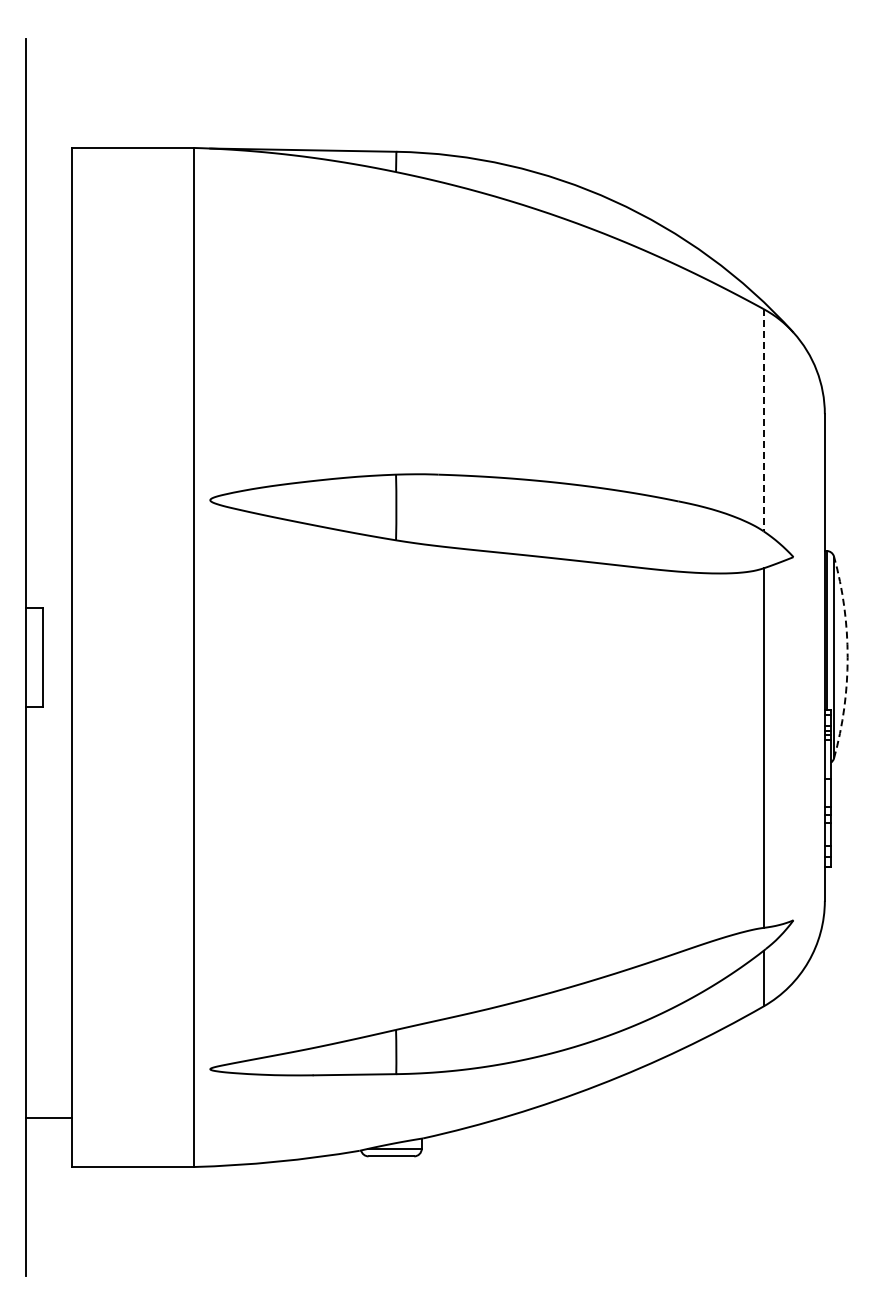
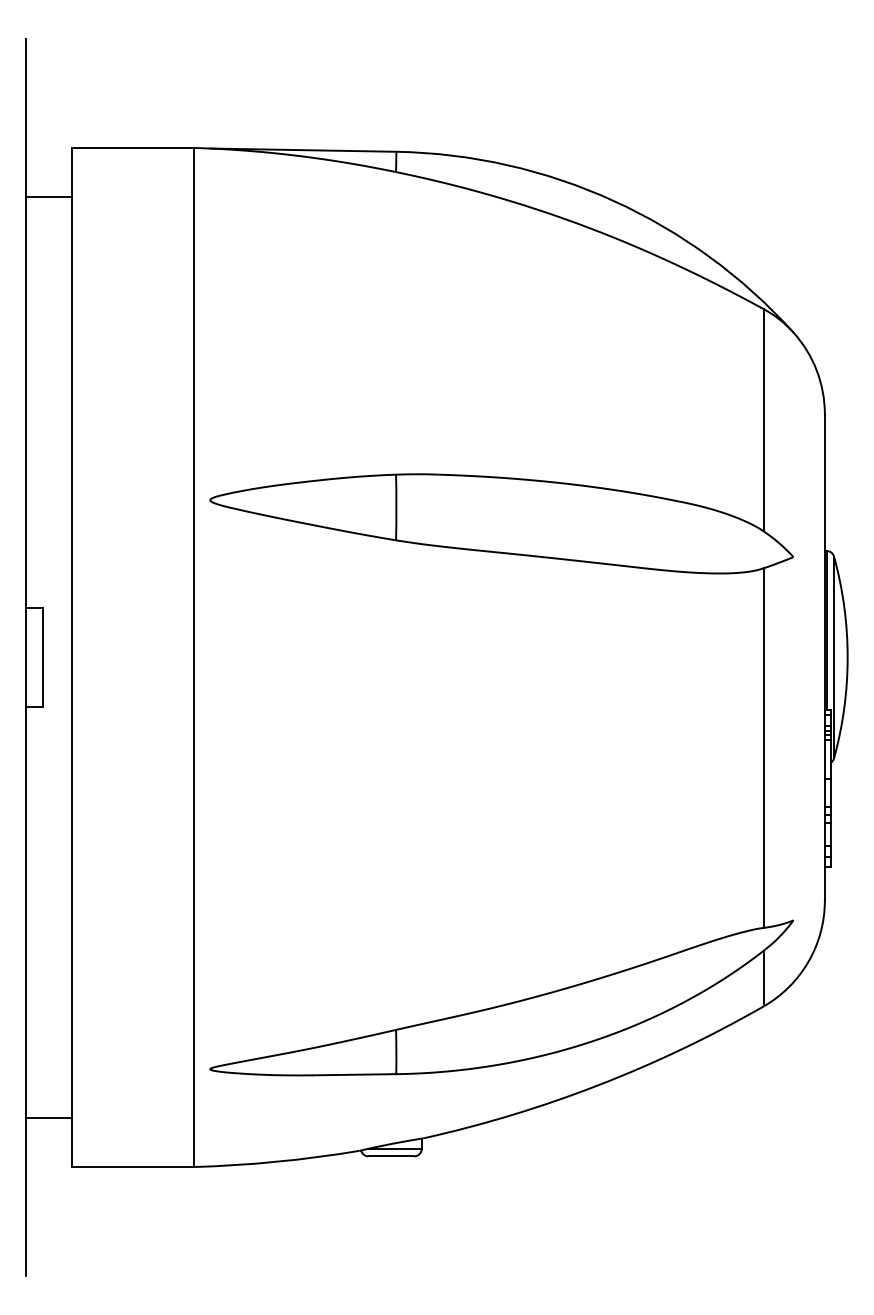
line at (48, 197): none -> present
line at (763, 420): dashed -> solid
arc at (847, 657): dashed -> solid
